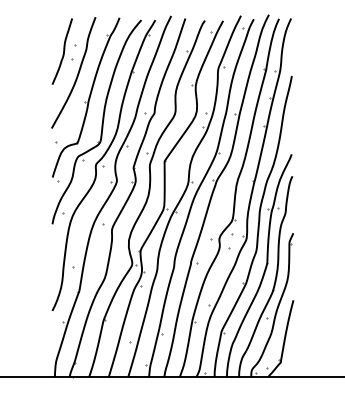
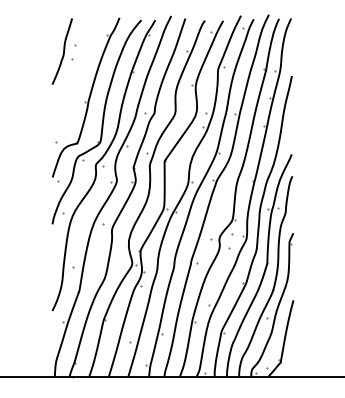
curve at (77, 72): present -> none
